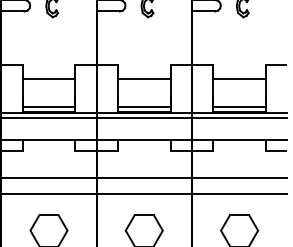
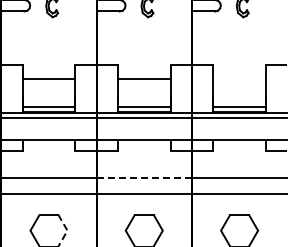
line at (239, 79): present -> none
line at (144, 177): solid -> dashed
line at (67, 230): solid -> dashed
